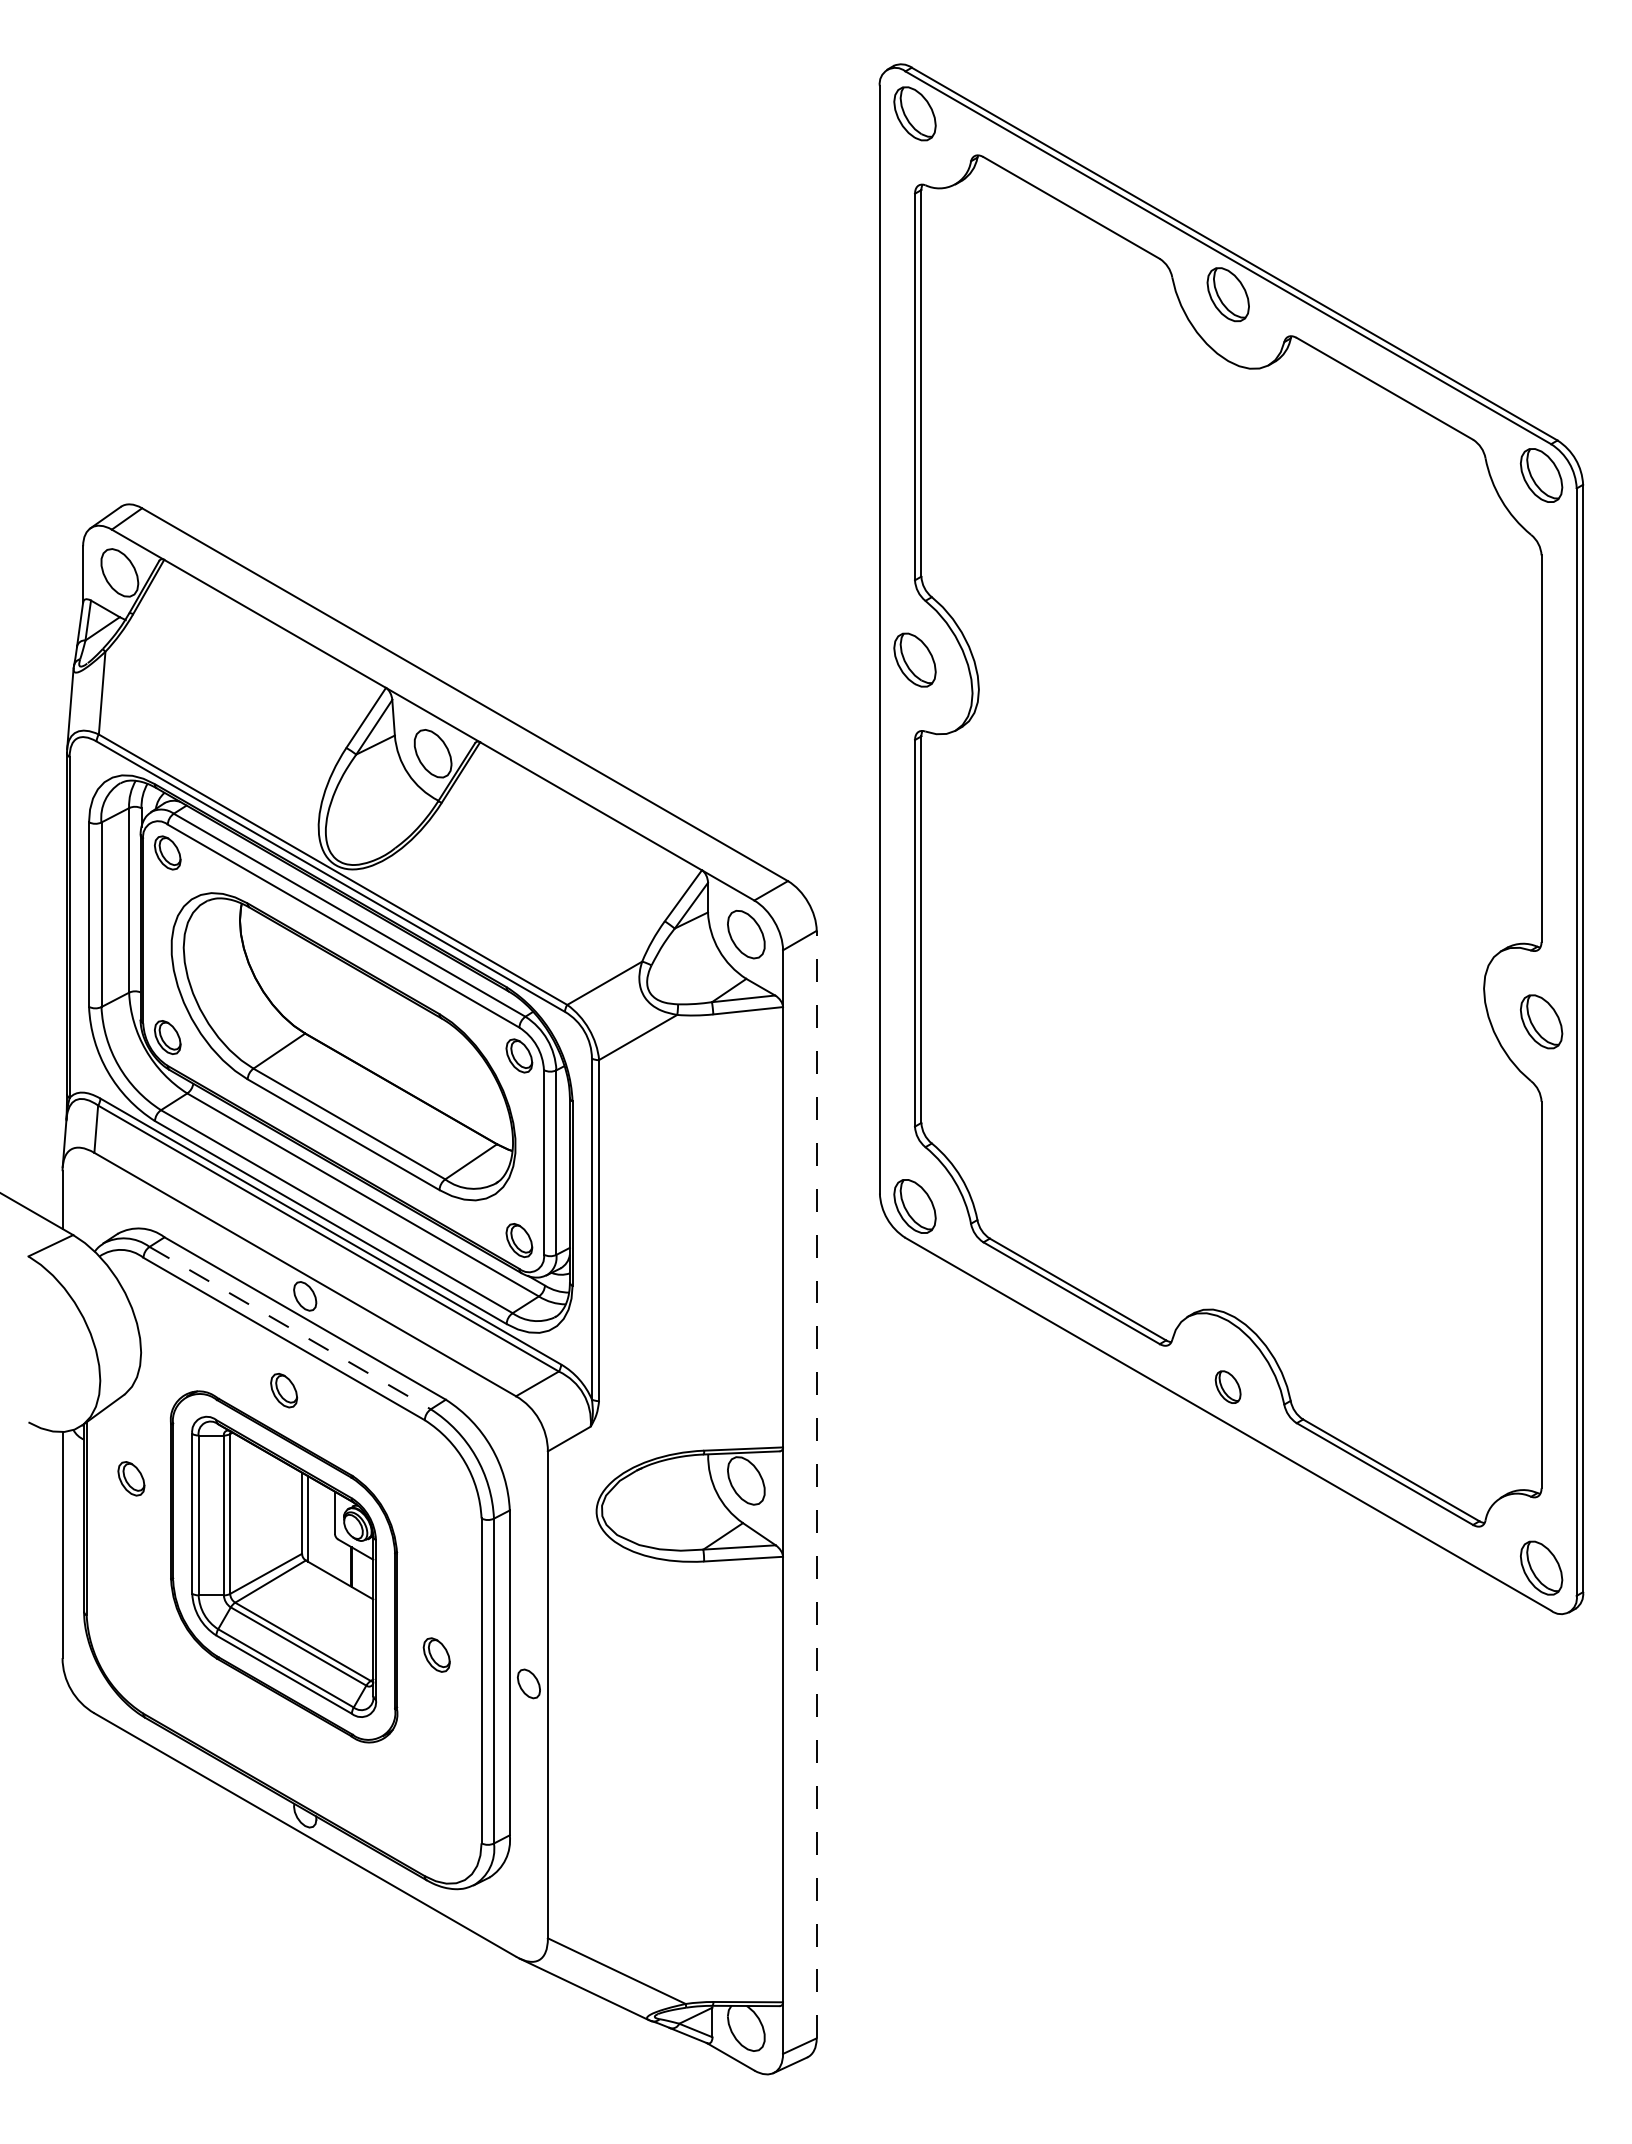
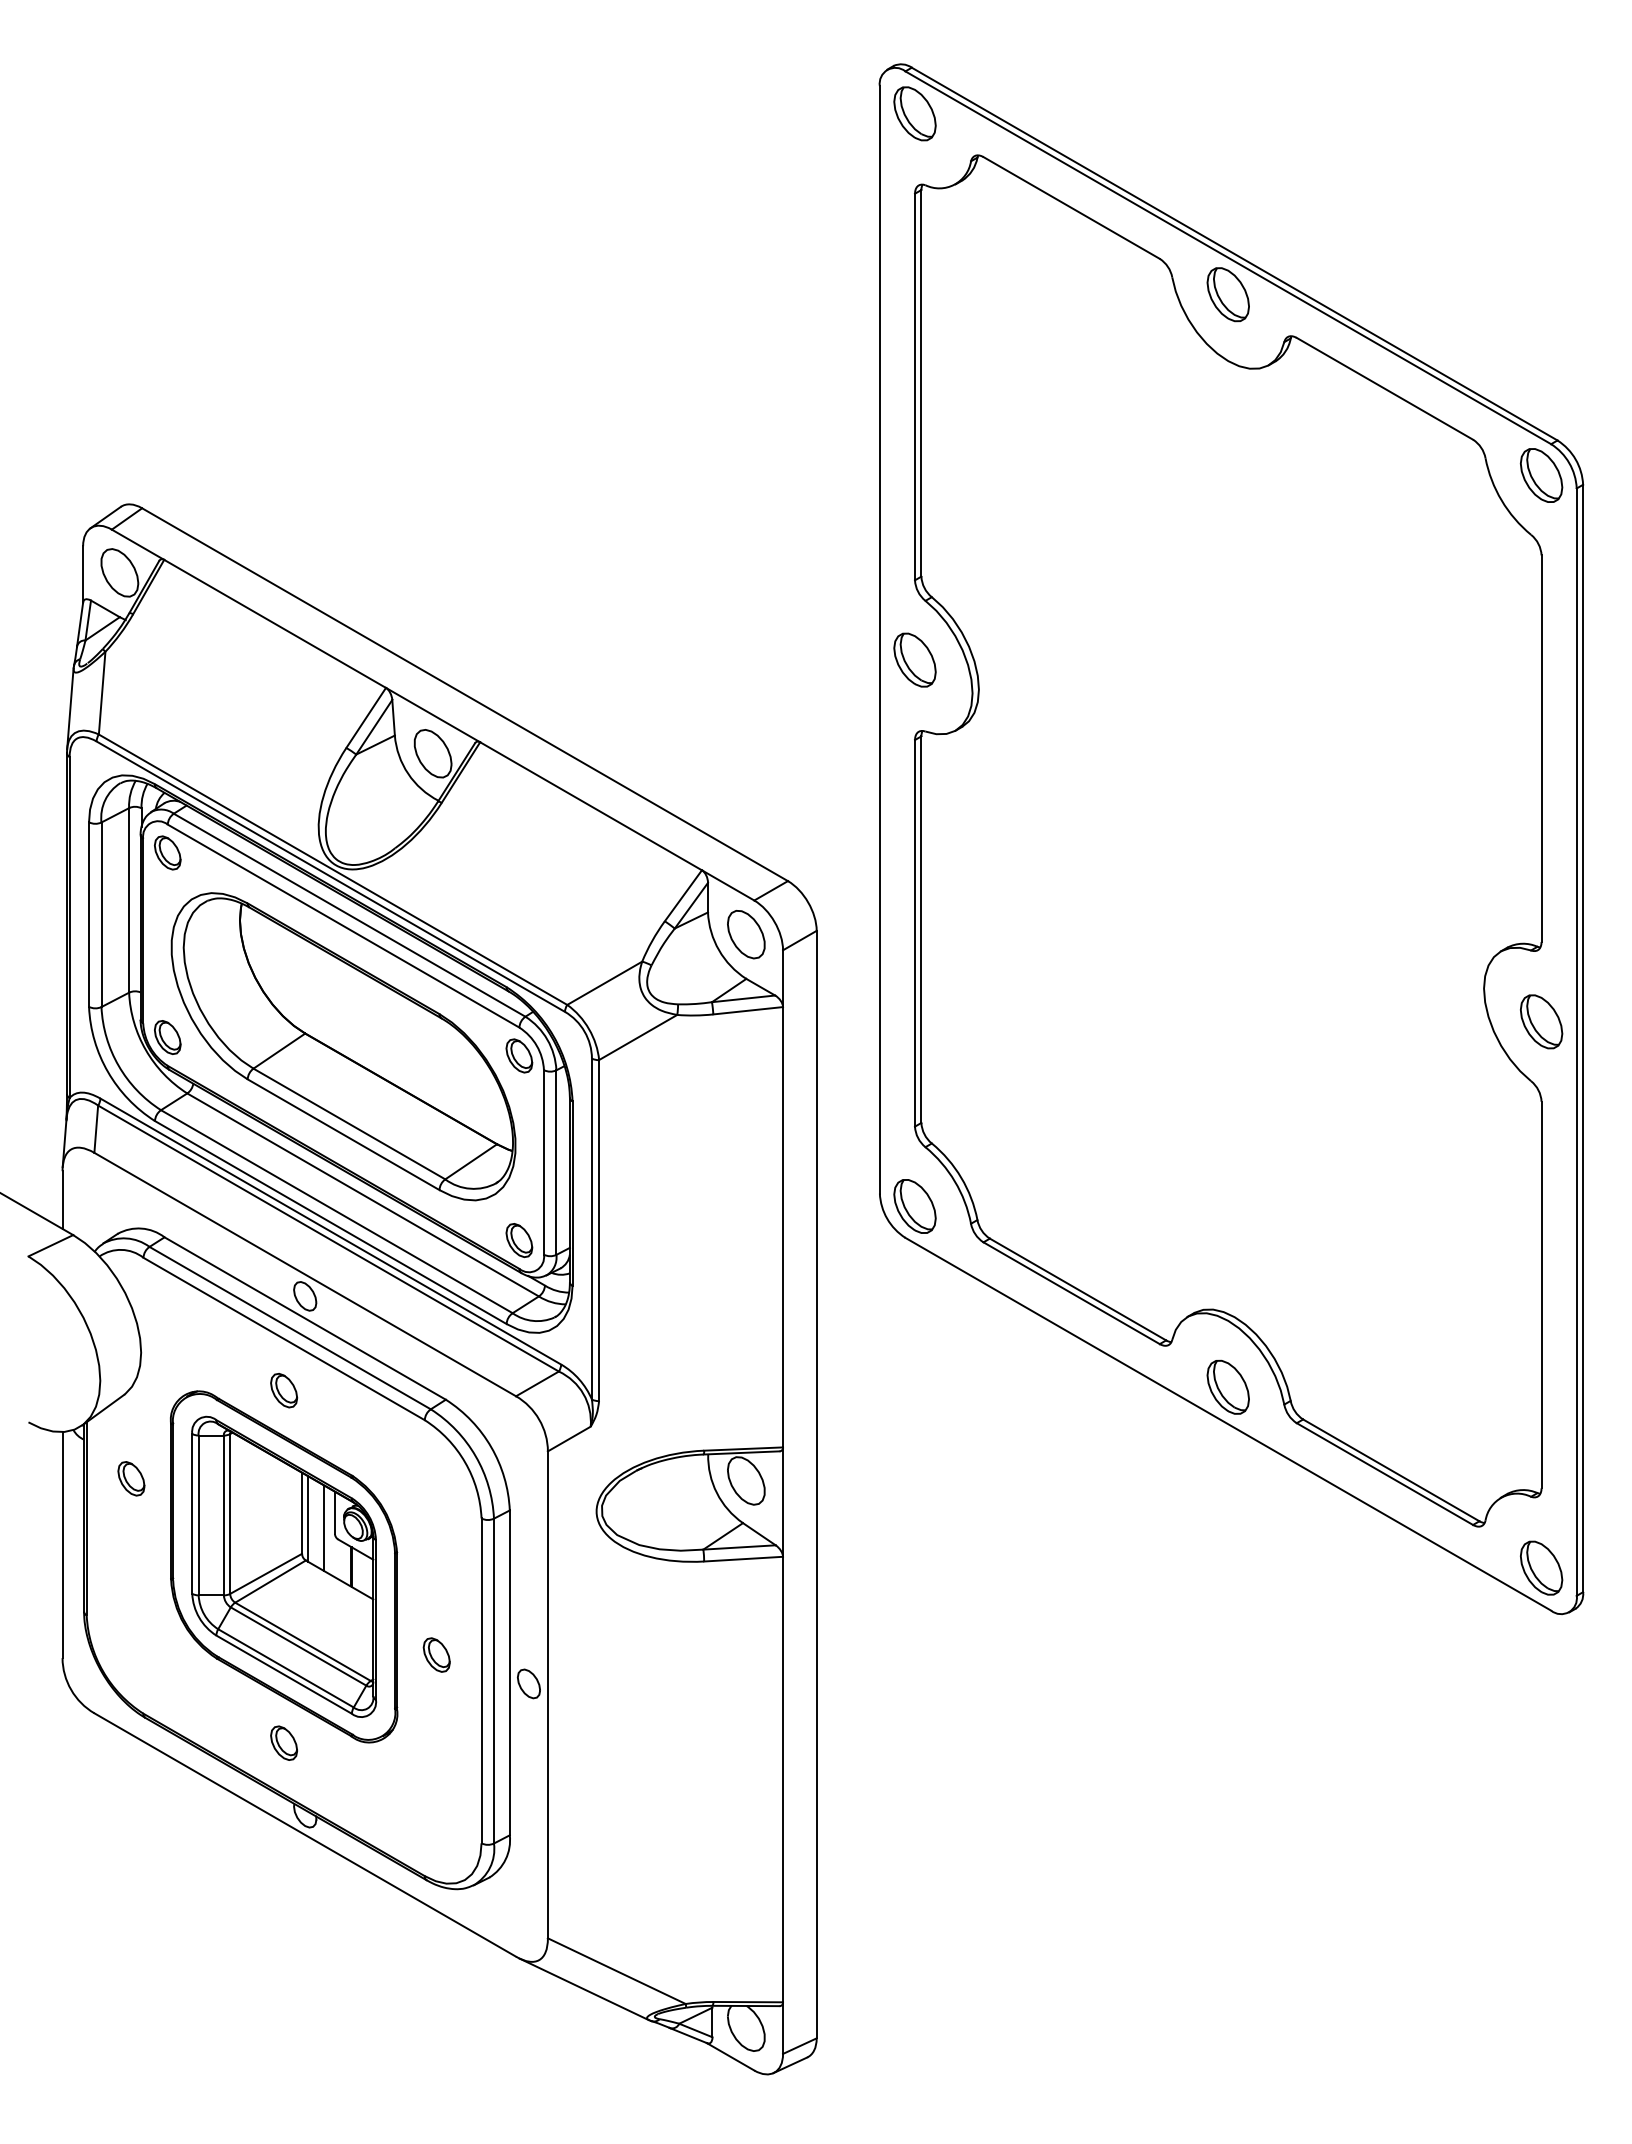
line at (290, 1328): dashed -> solid
part at (1227, 1386) size: 28x34 px -> 44x56 px
line at (816, 1484): dashed -> solid
line at (324, 1528): none -> present
part at (283, 1742): none -> present
